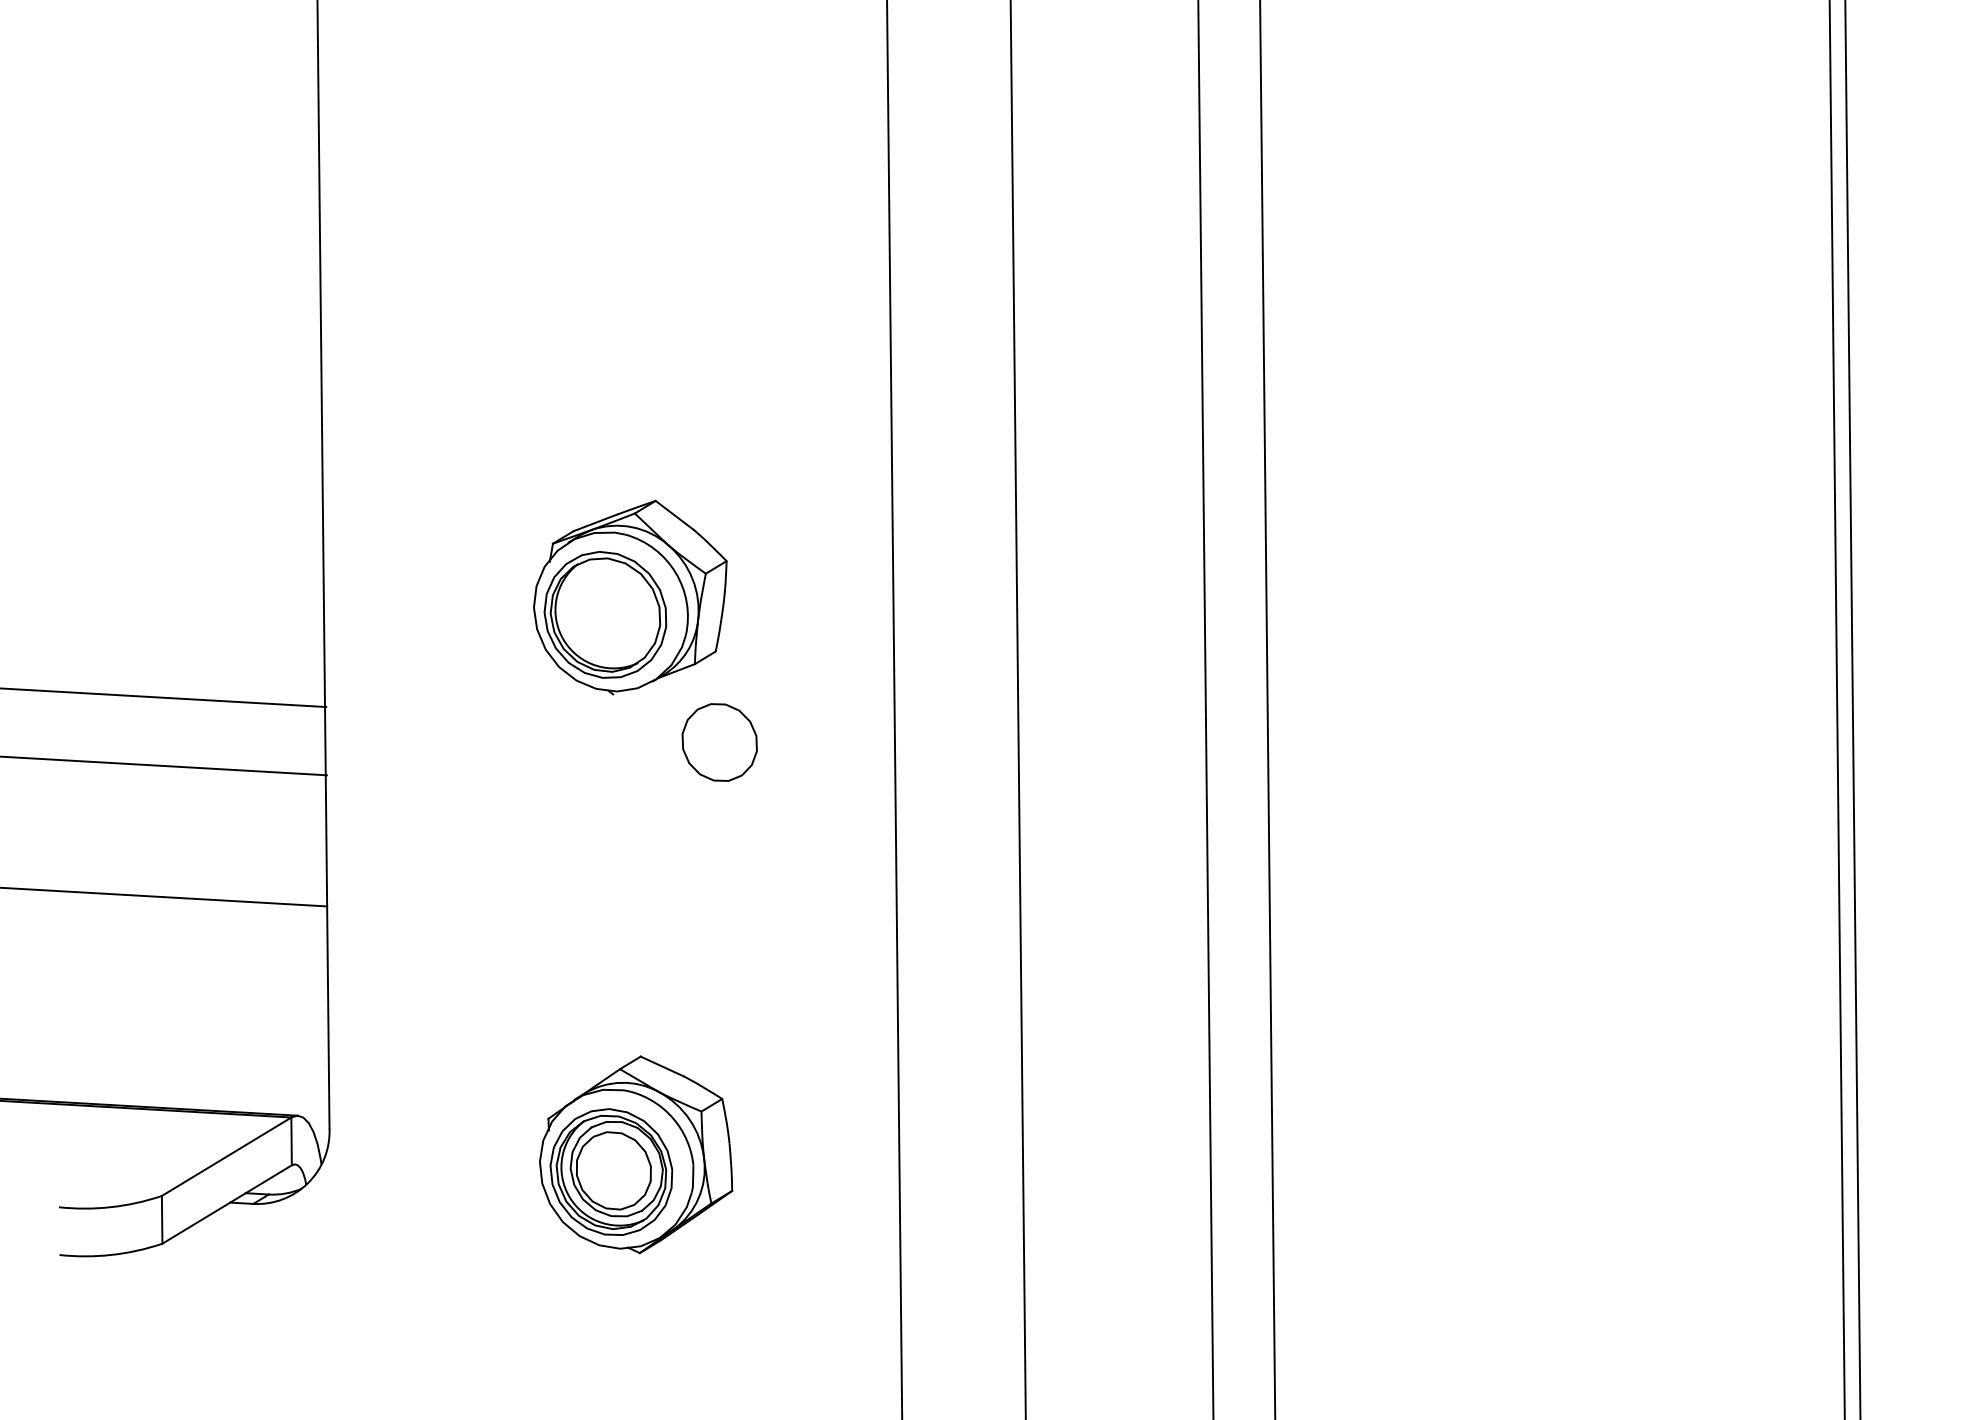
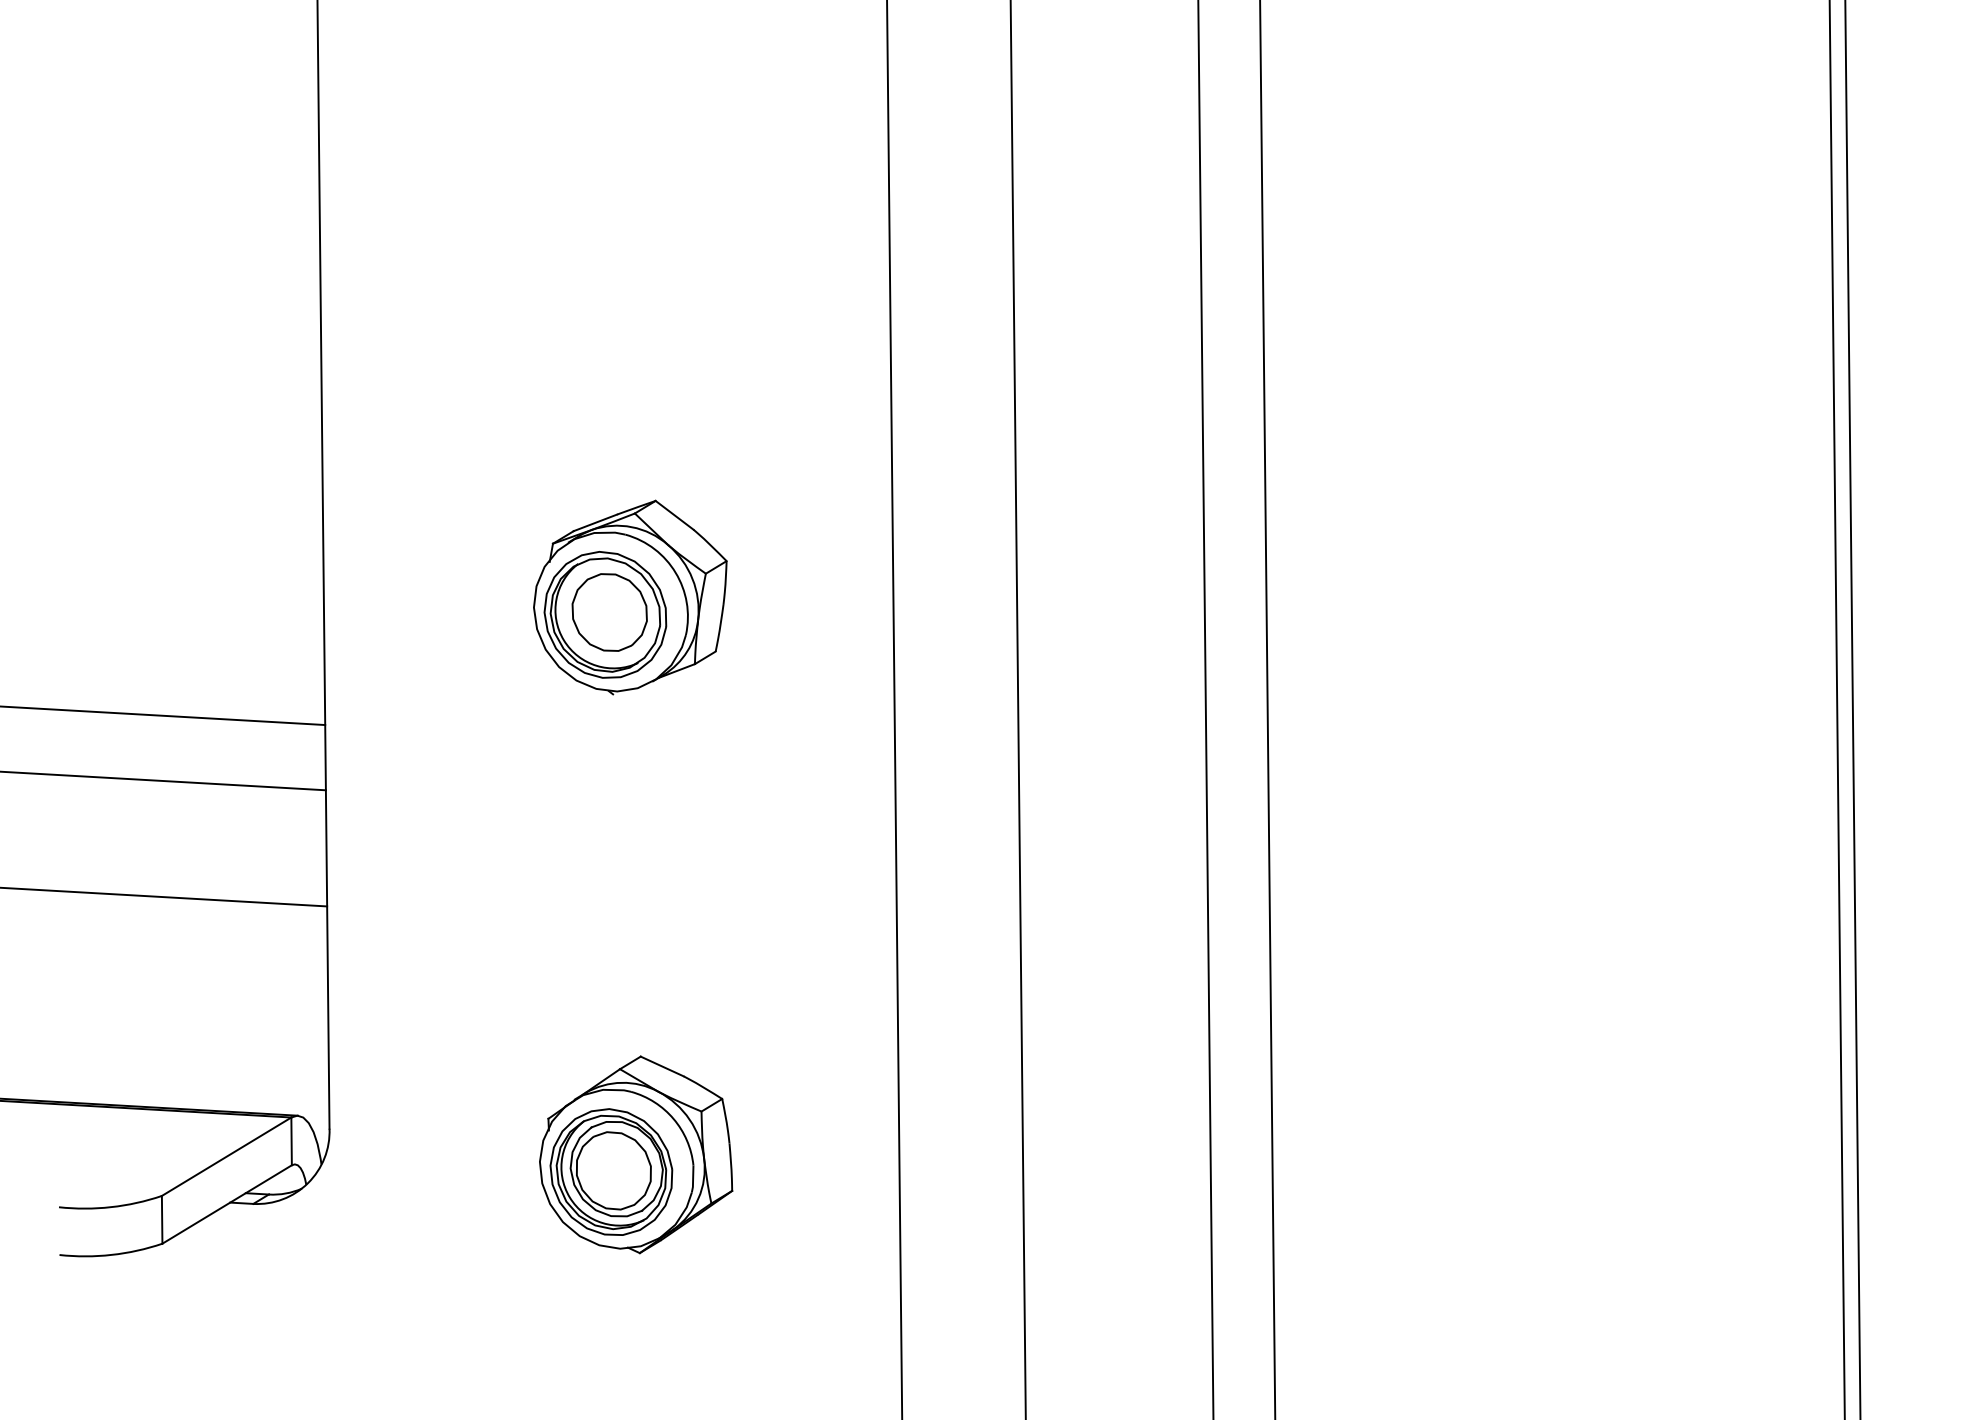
line at (164, 697) position: (164, 697) -> (163, 715)
part at (719, 742) position: (719, 742) -> (609, 612)
line at (164, 765) position: (164, 765) -> (163, 780)
